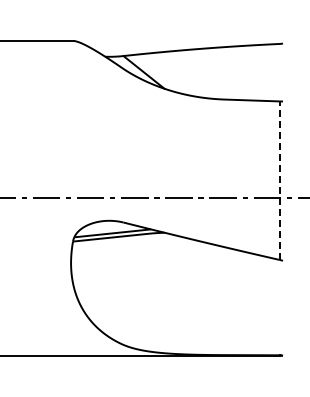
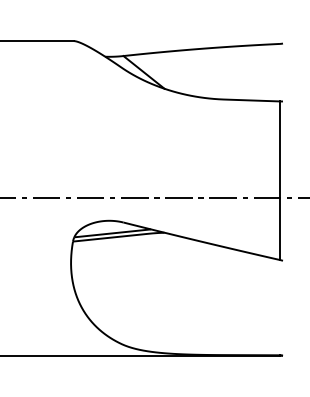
line at (279, 180): dashed -> solid
